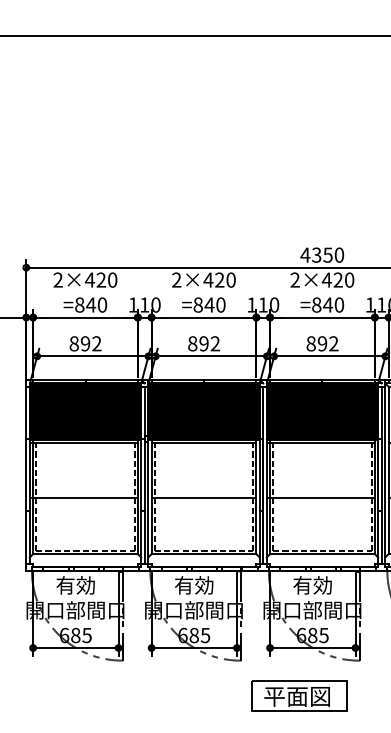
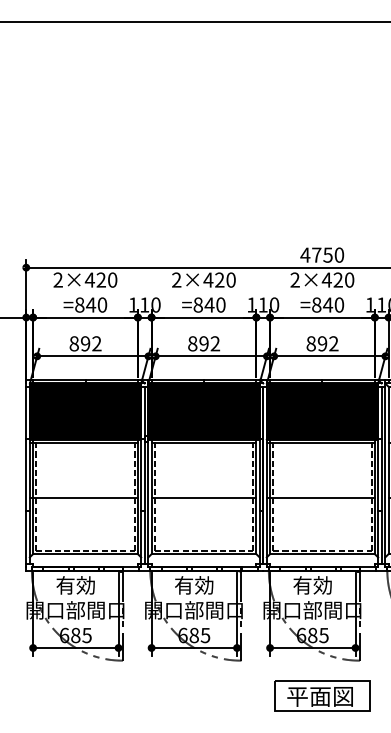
line at (194, 35) position: (194, 35) -> (194, 21)
text at (316, 254): 4350 -> 4750
part at (299, 695) position: (299, 695) -> (322, 695)
